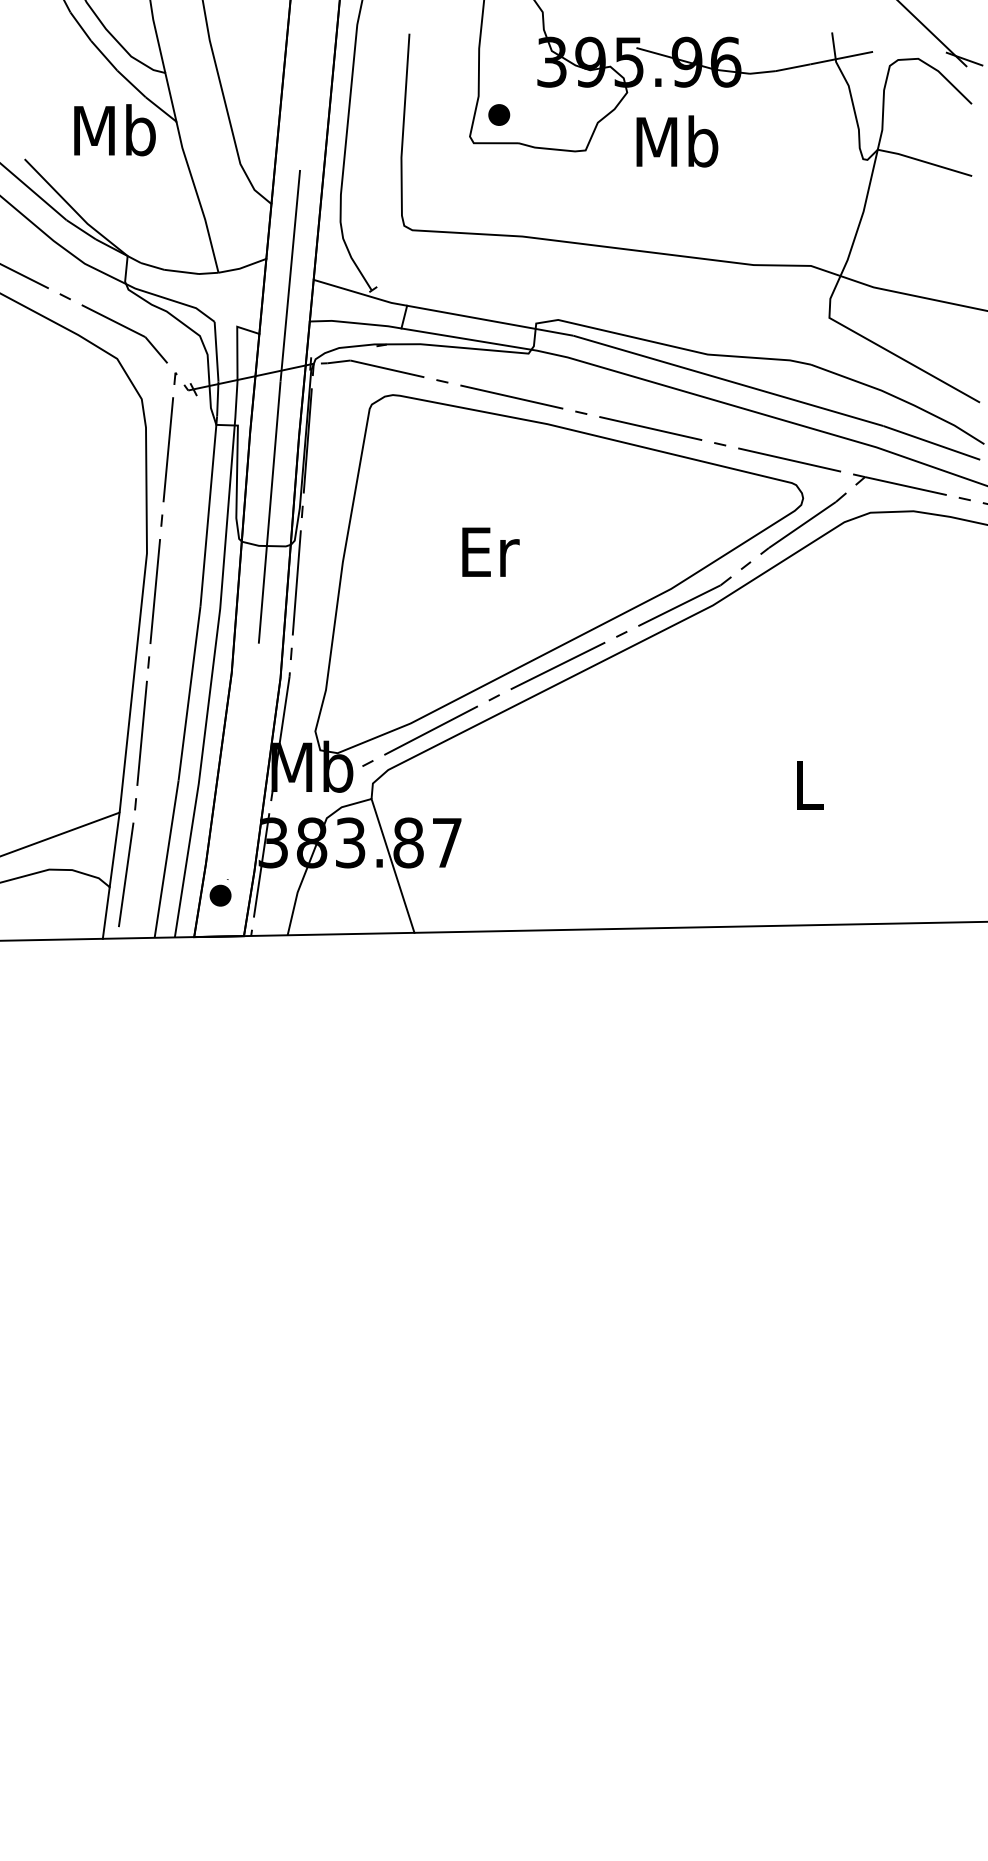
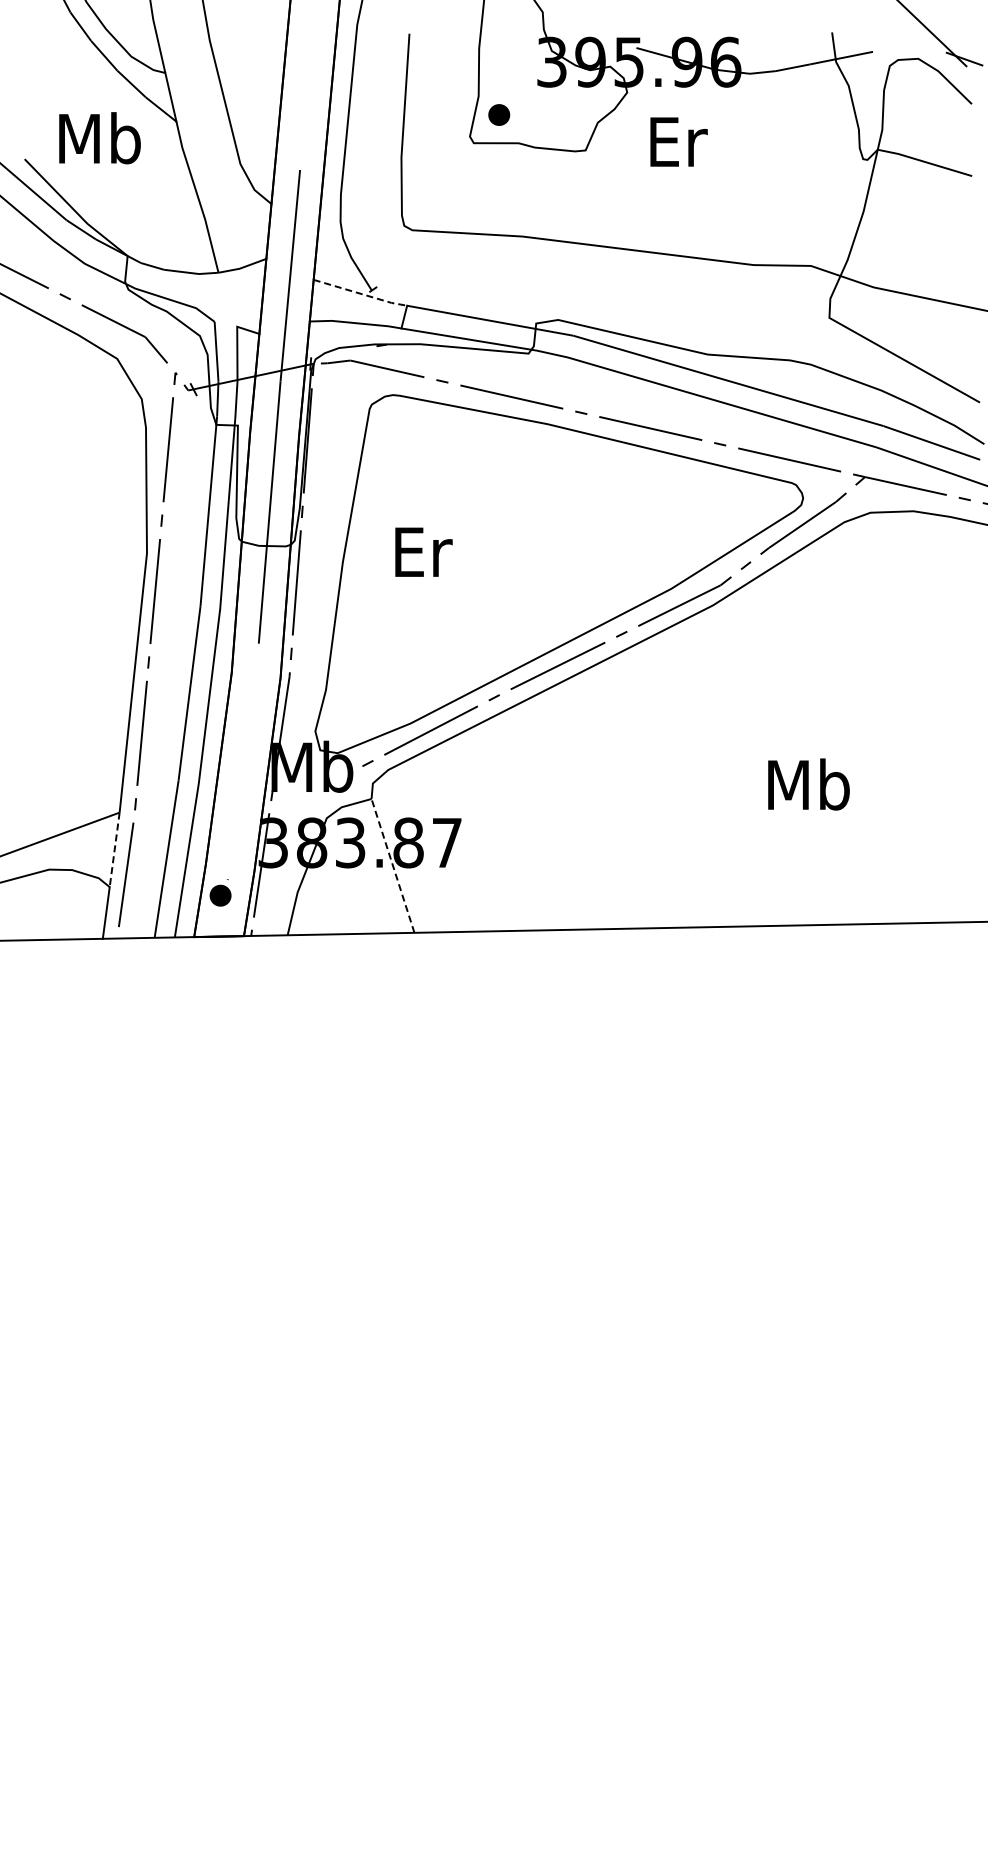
text at (114, 130) position: (114, 130) -> (99, 138)
text at (677, 141): Mb -> Er
line at (361, 293): solid -> dashed
text at (490, 551) position: (490, 551) -> (423, 551)
text at (808, 784): L -> Mb
line at (114, 849): solid -> dashed
line at (392, 865): solid -> dashed
